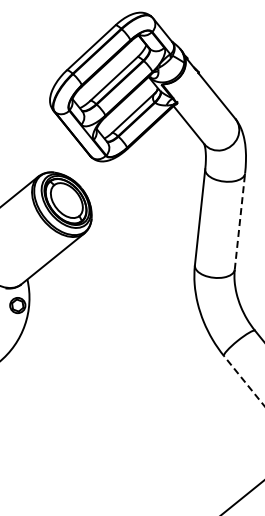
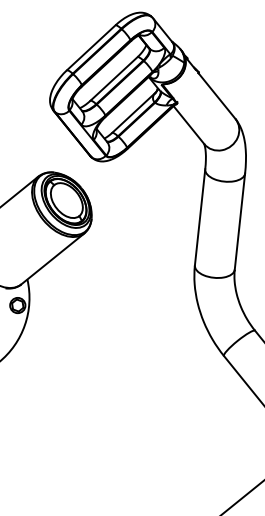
line at (239, 221): dashed -> solid
line at (243, 380): dashed -> solid
